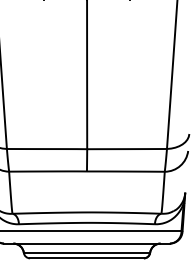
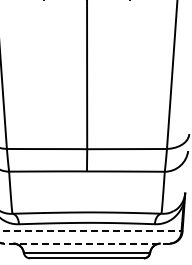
line at (90, 230): solid -> dashed
line at (86, 243): solid -> dashed
